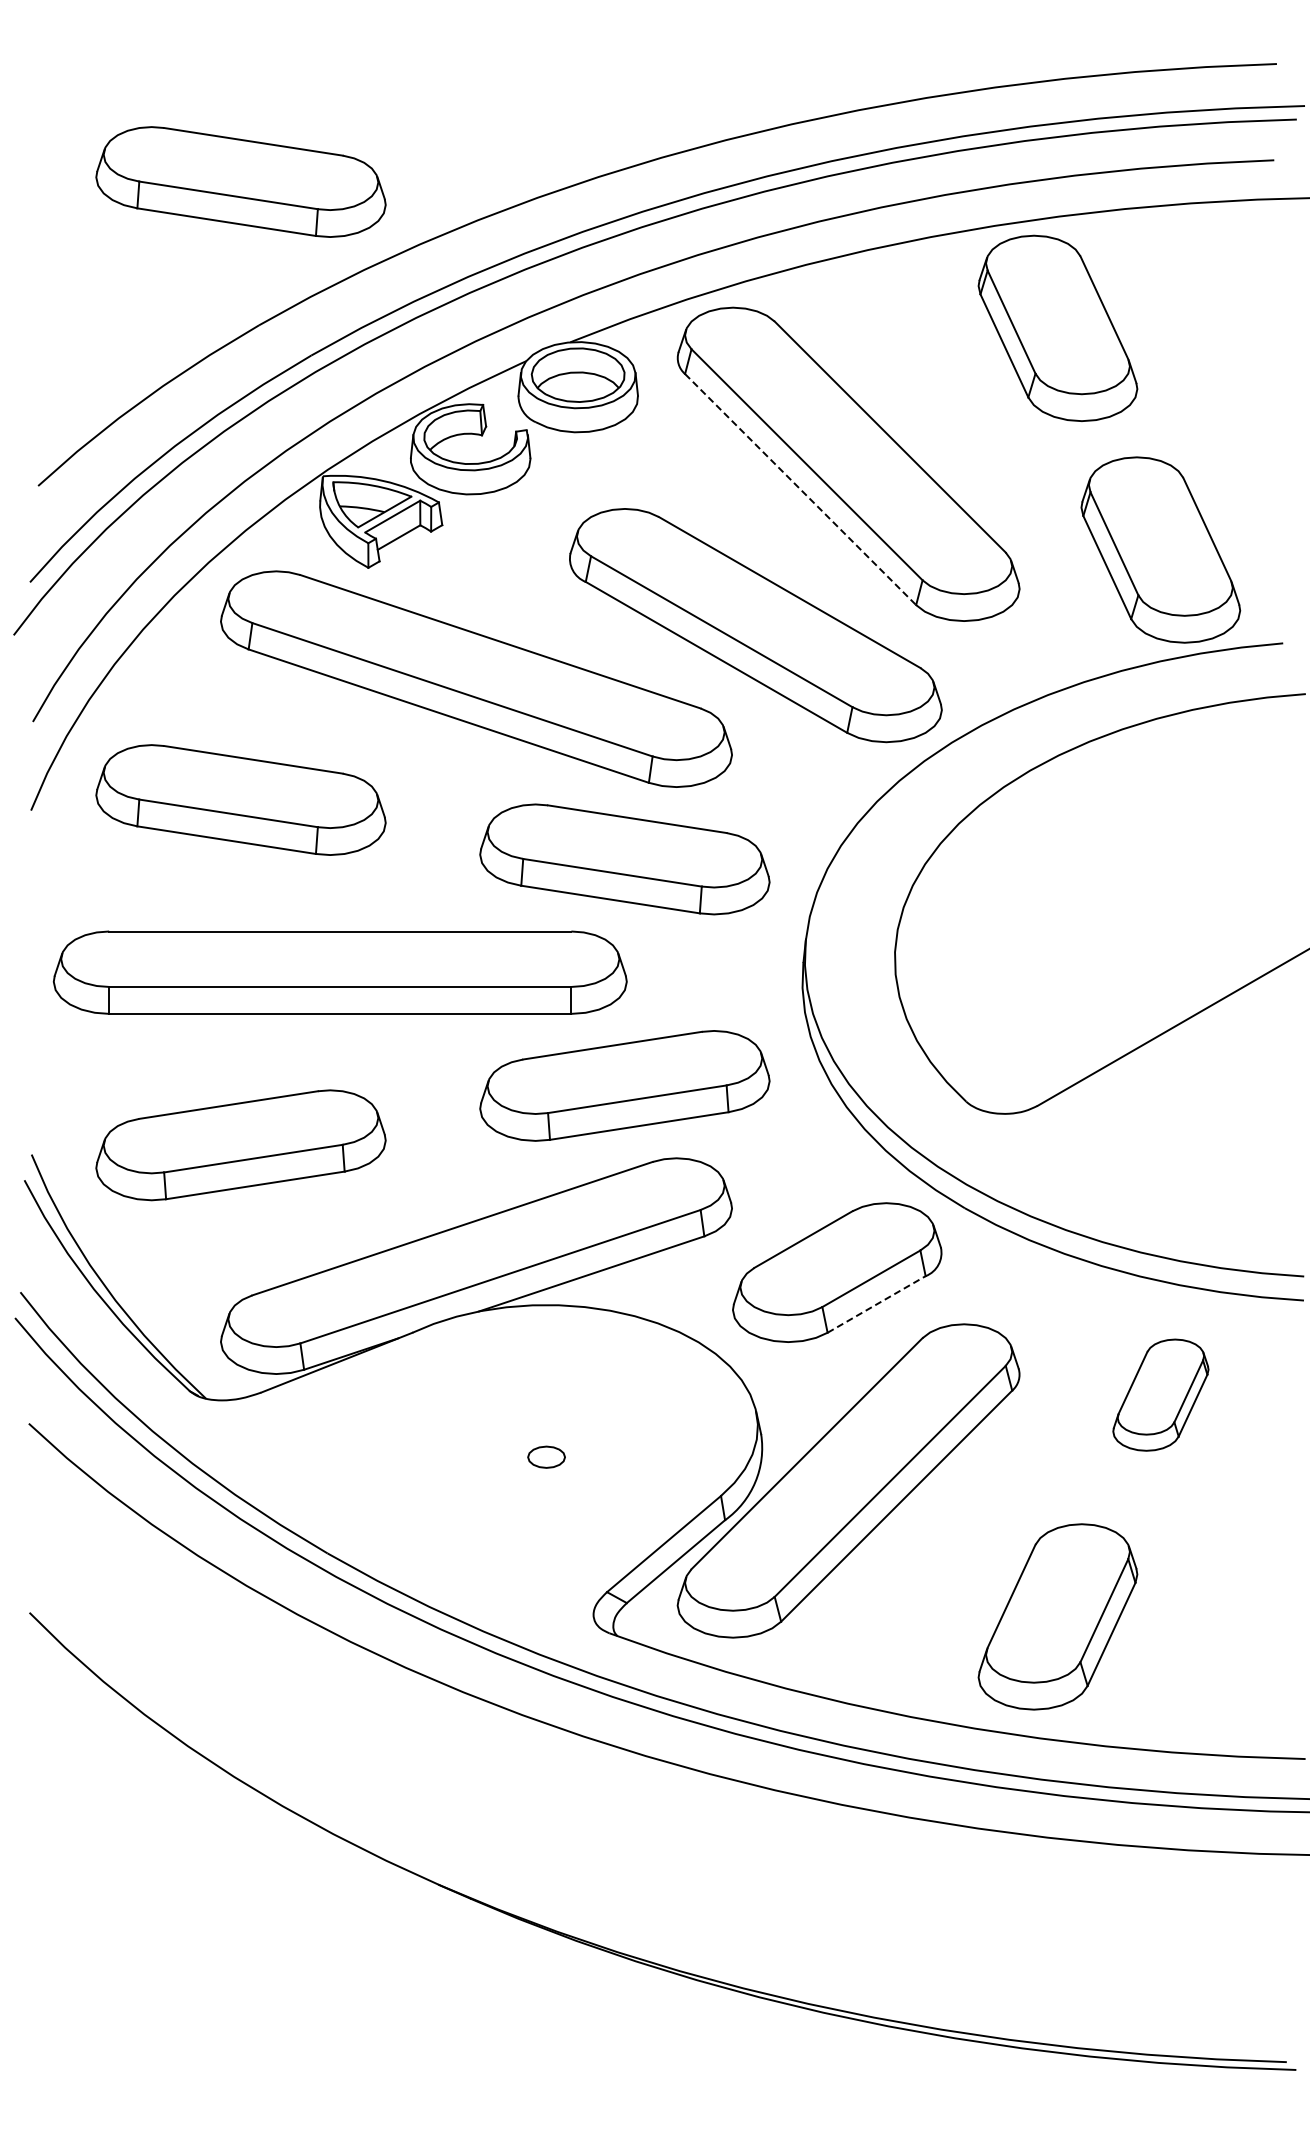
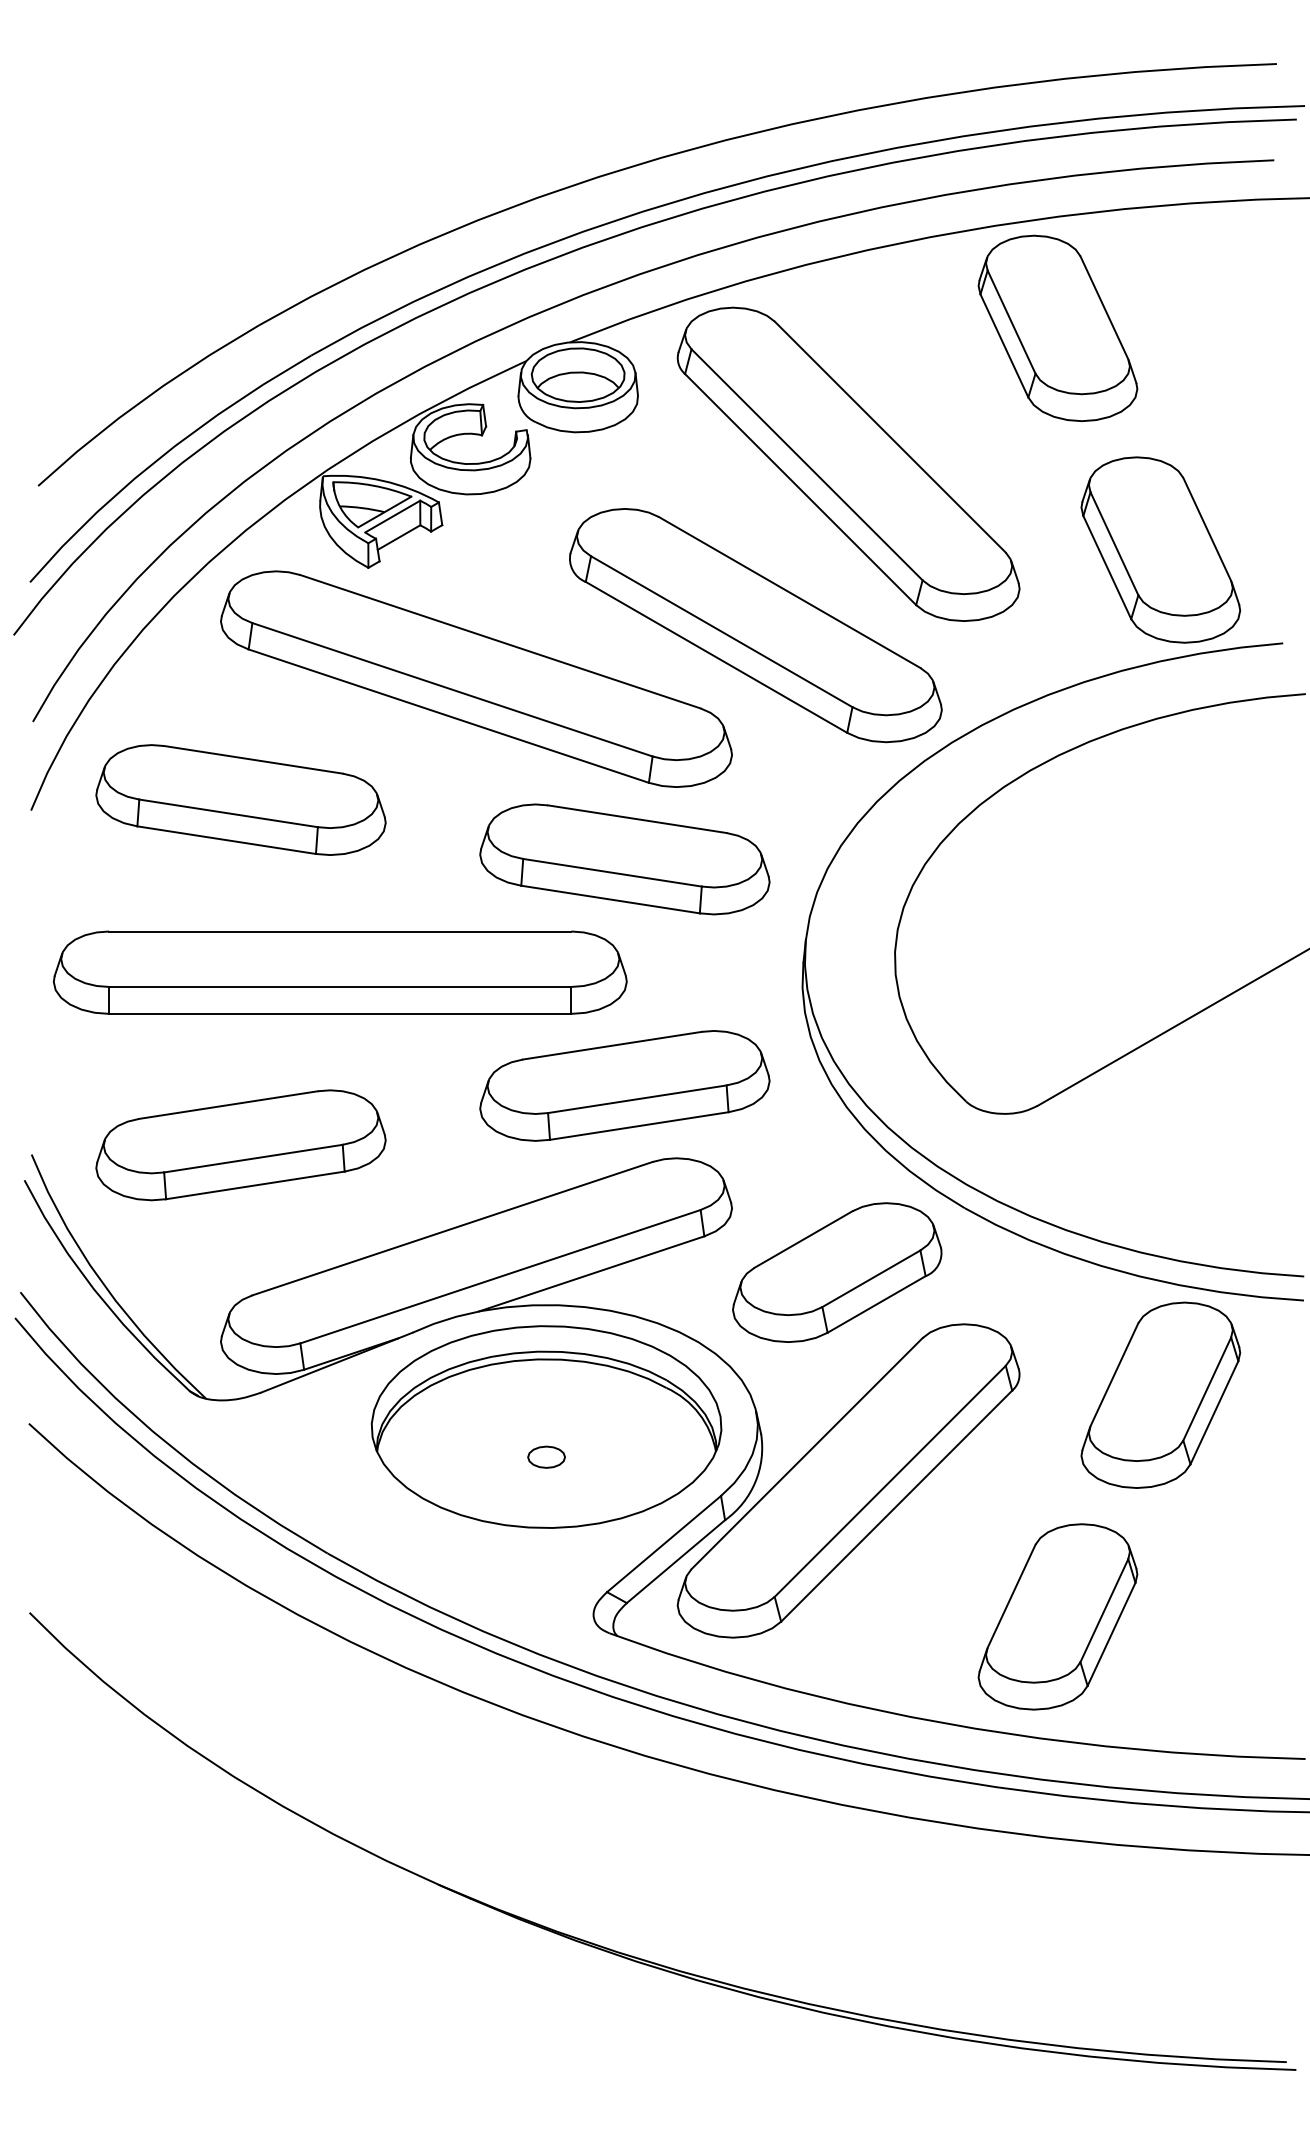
part at (240, 181): present -> none
line at (800, 489): dashed -> solid
line at (876, 1304): dashed -> solid
part at (1160, 1394) size: 98x114 px -> 162x188 px
part at (546, 1426): none -> present
